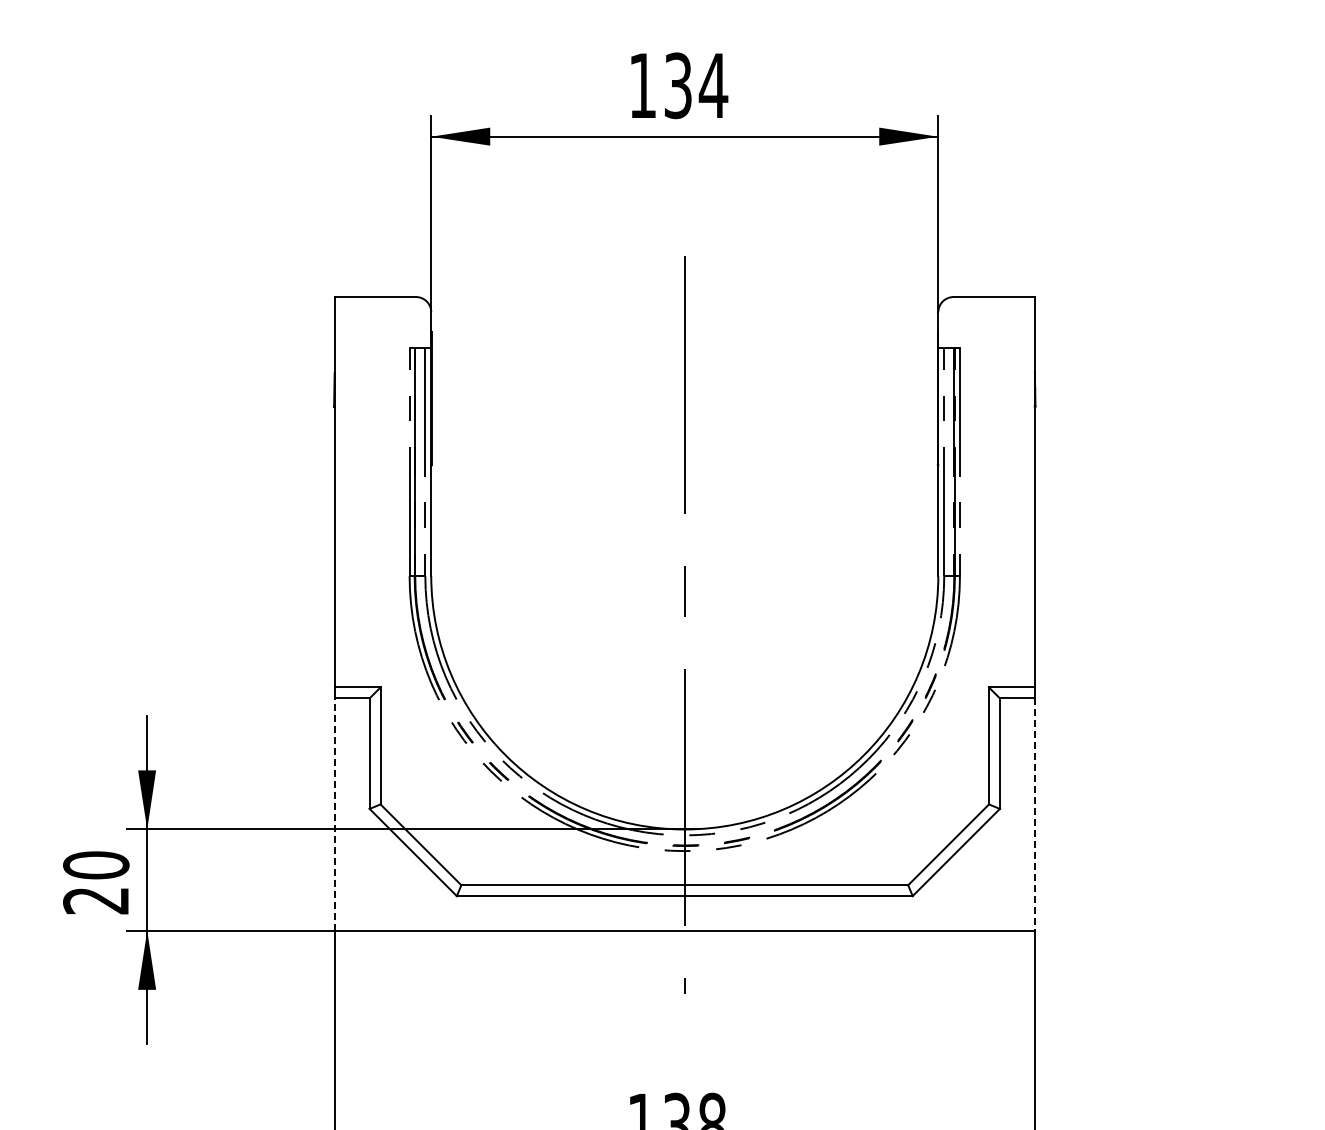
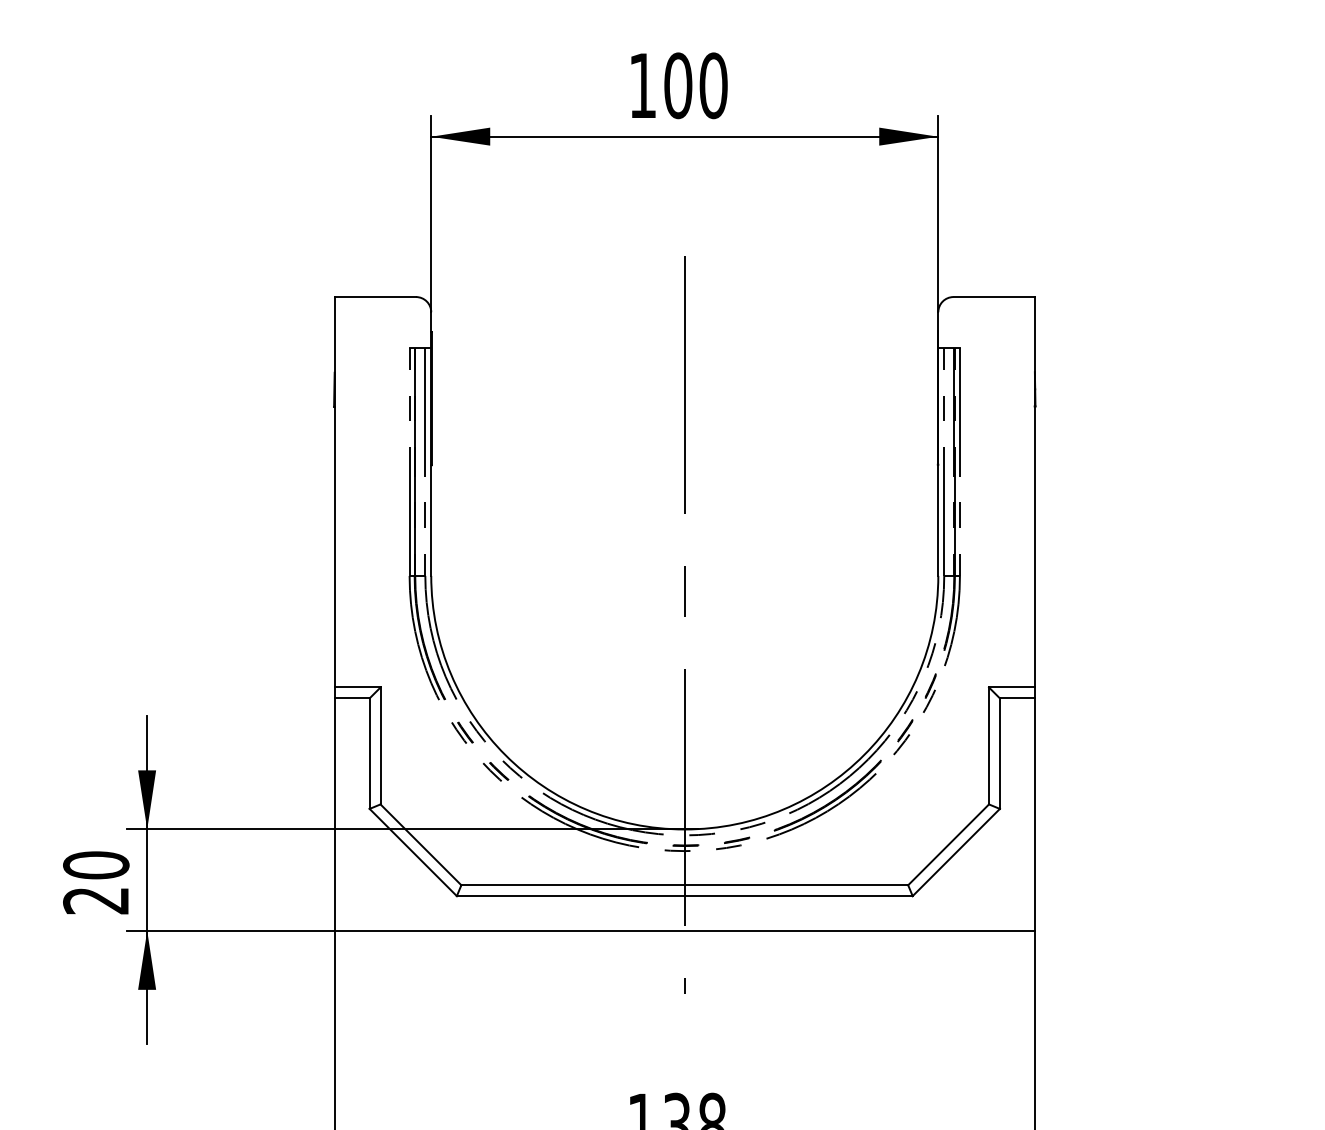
text at (696, 85): 134 -> 100
line at (334, 814): dashed -> solid
line at (1034, 815): dashed -> solid
